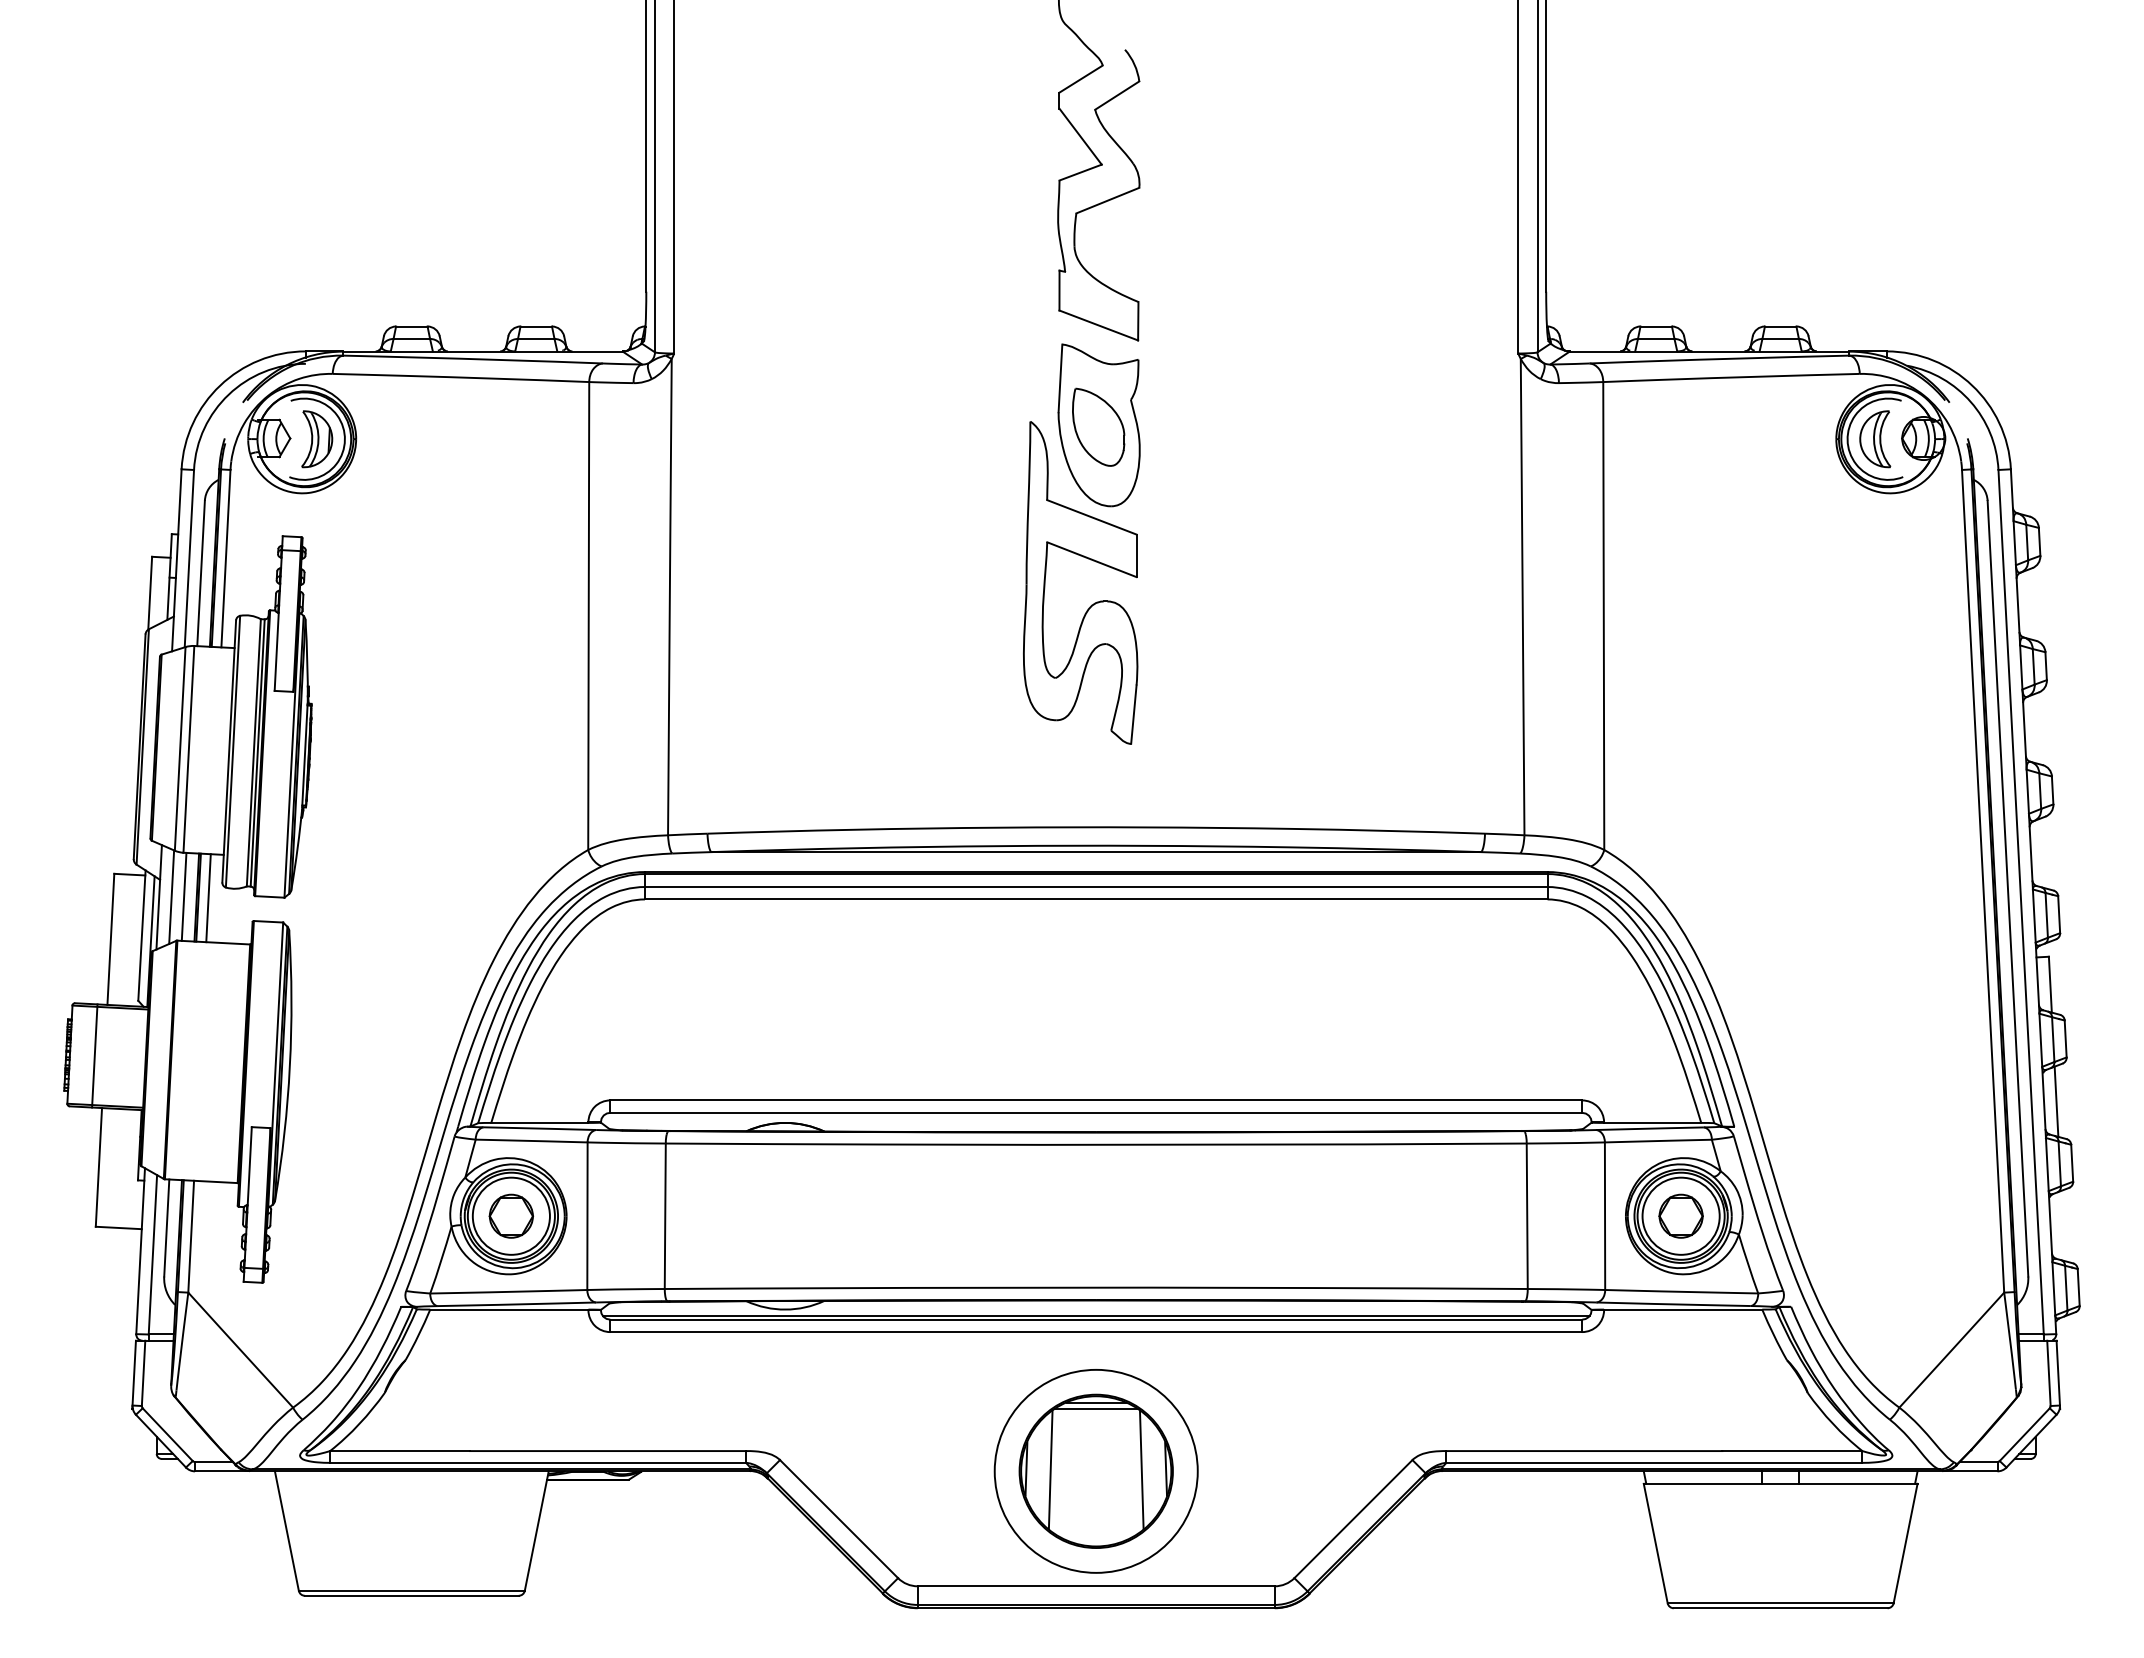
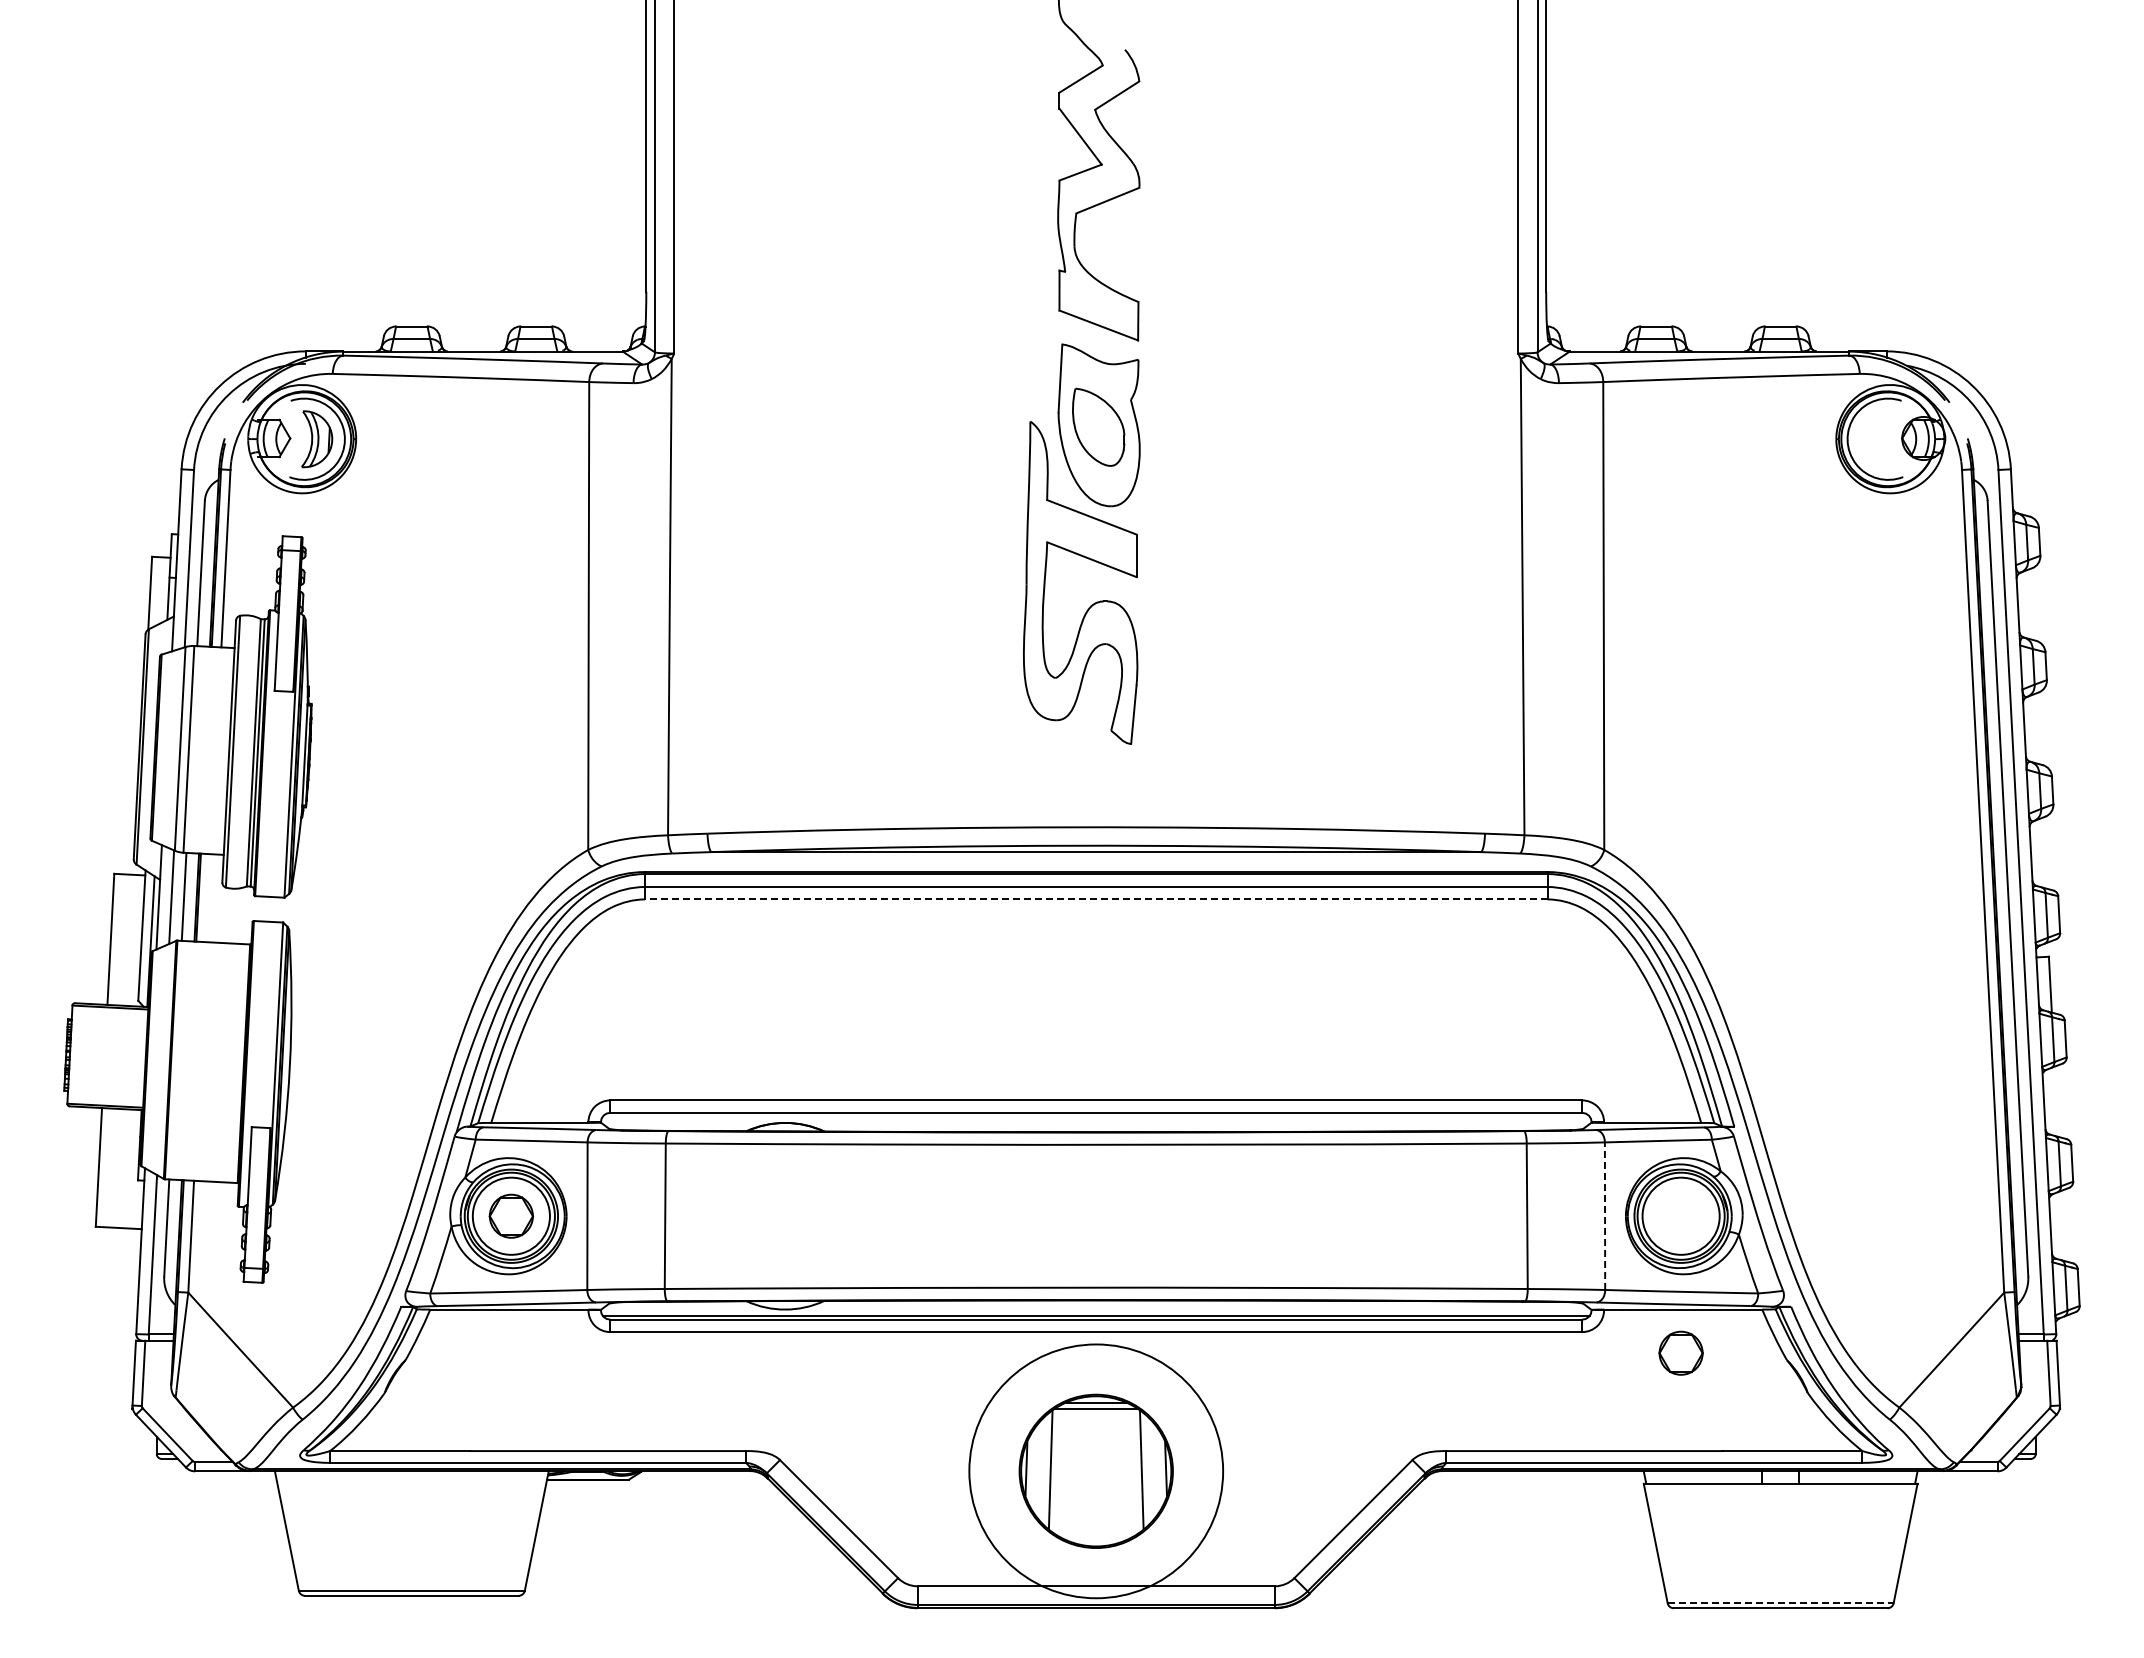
part at (1875, 439): present -> none
line at (208, 898): present -> none
line at (1095, 899): solid -> dashed
line at (94, 1055): present -> none
line at (2056, 1101): present -> none
part at (1680, 1215) position: (1680, 1215) -> (1680, 1352)
line at (1605, 1216): solid -> dashed
circle at (1095, 1470) diameter: 203 px -> 254 px
line at (1780, 1603): solid -> dashed
